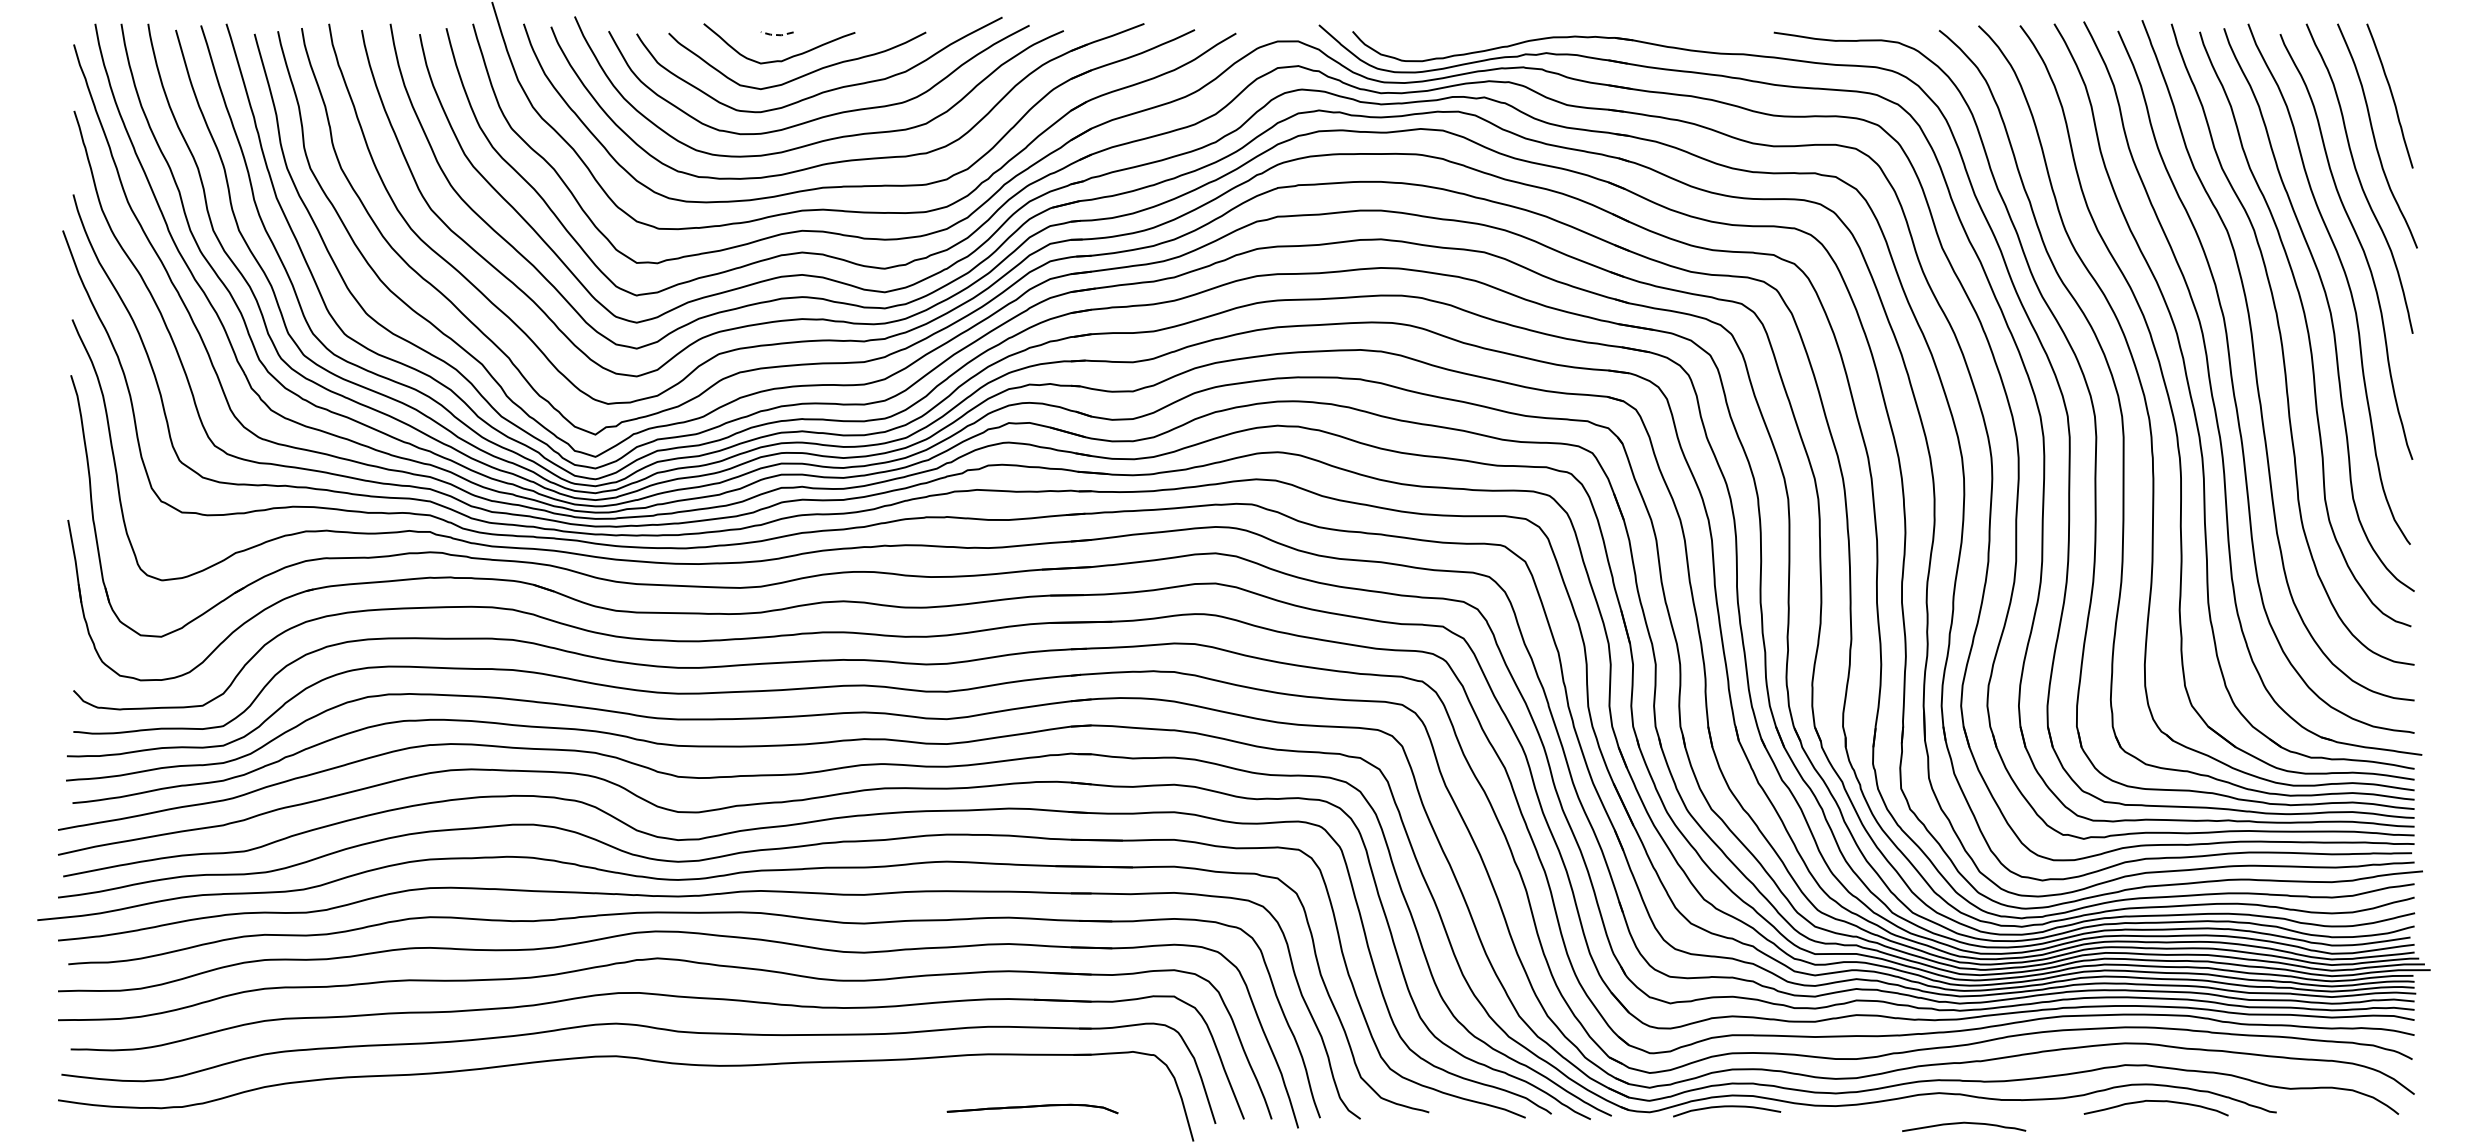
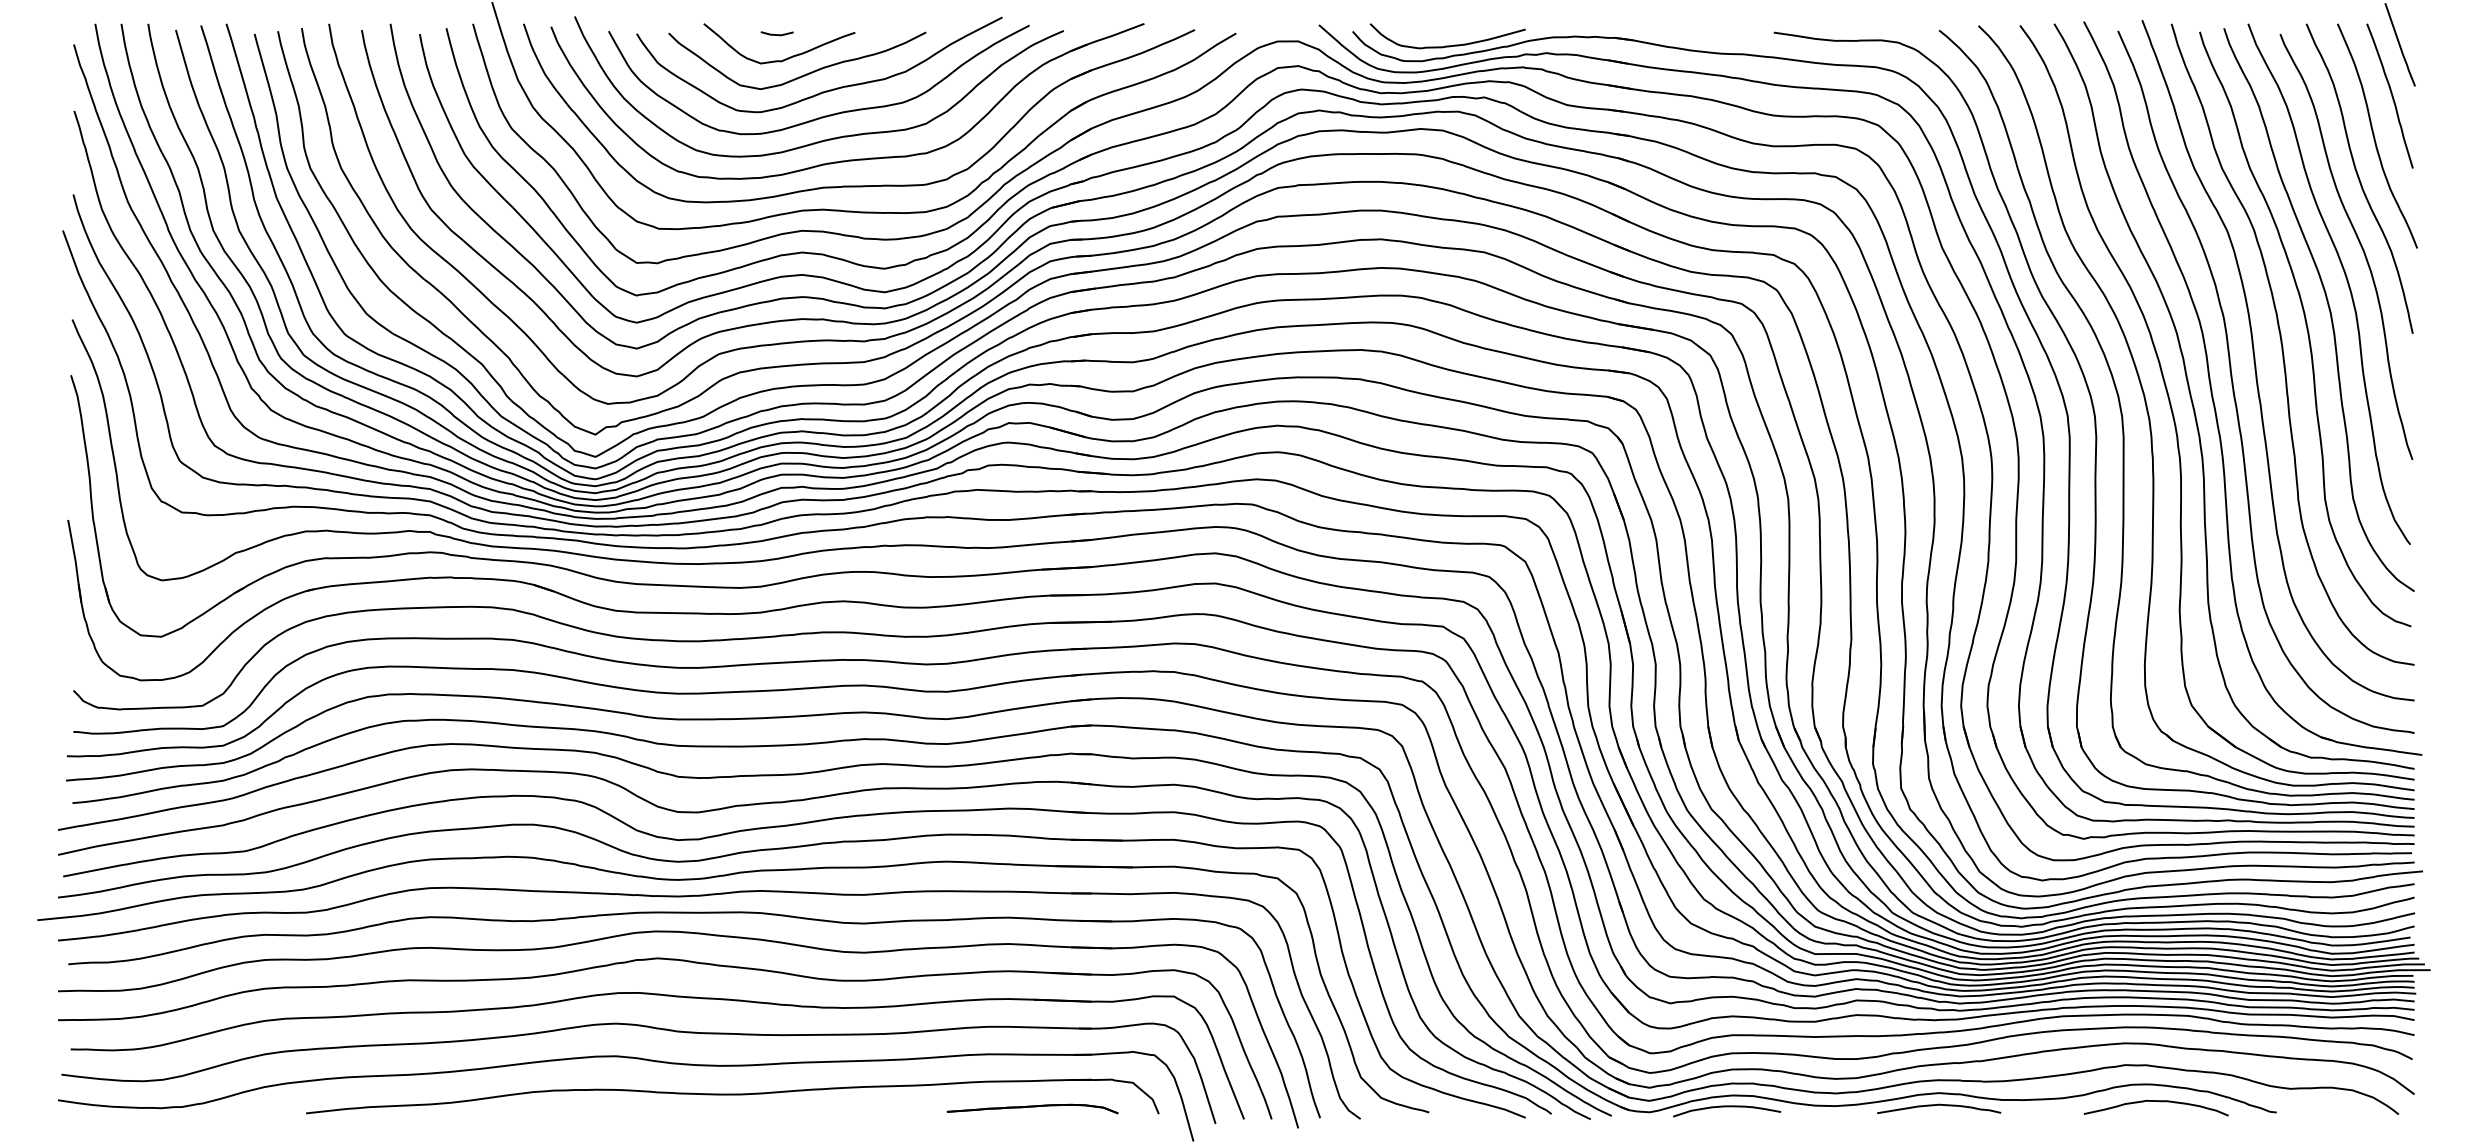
line at (776, 35): dashed -> solid
line at (2399, 44): none -> present
curve at (1447, 45): none -> present
part at (732, 1096): none -> present
curve at (1964, 1123) position: (1964, 1123) -> (1939, 1105)
